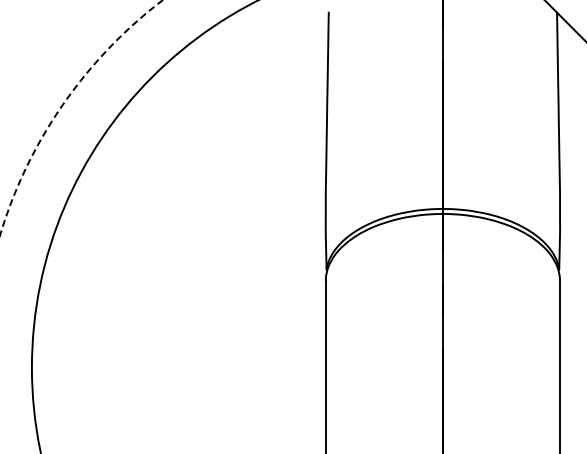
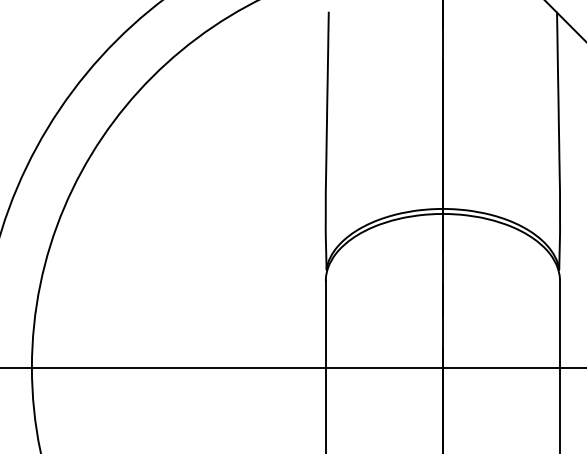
circle at (81, 117): dashed -> solid
line at (292, 367): none -> present
